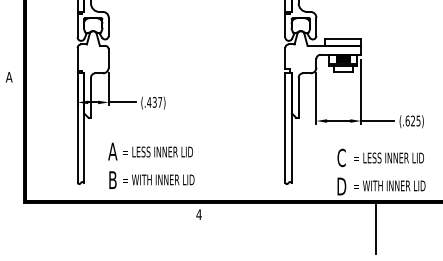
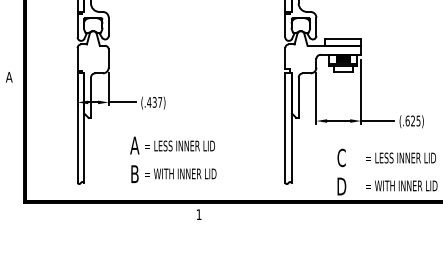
text at (151, 165) position: (151, 165) -> (173, 159)
text at (389, 171) position: (389, 171) -> (401, 171)
text at (198, 214): 4 -> 1
line at (375, 228): present -> none
